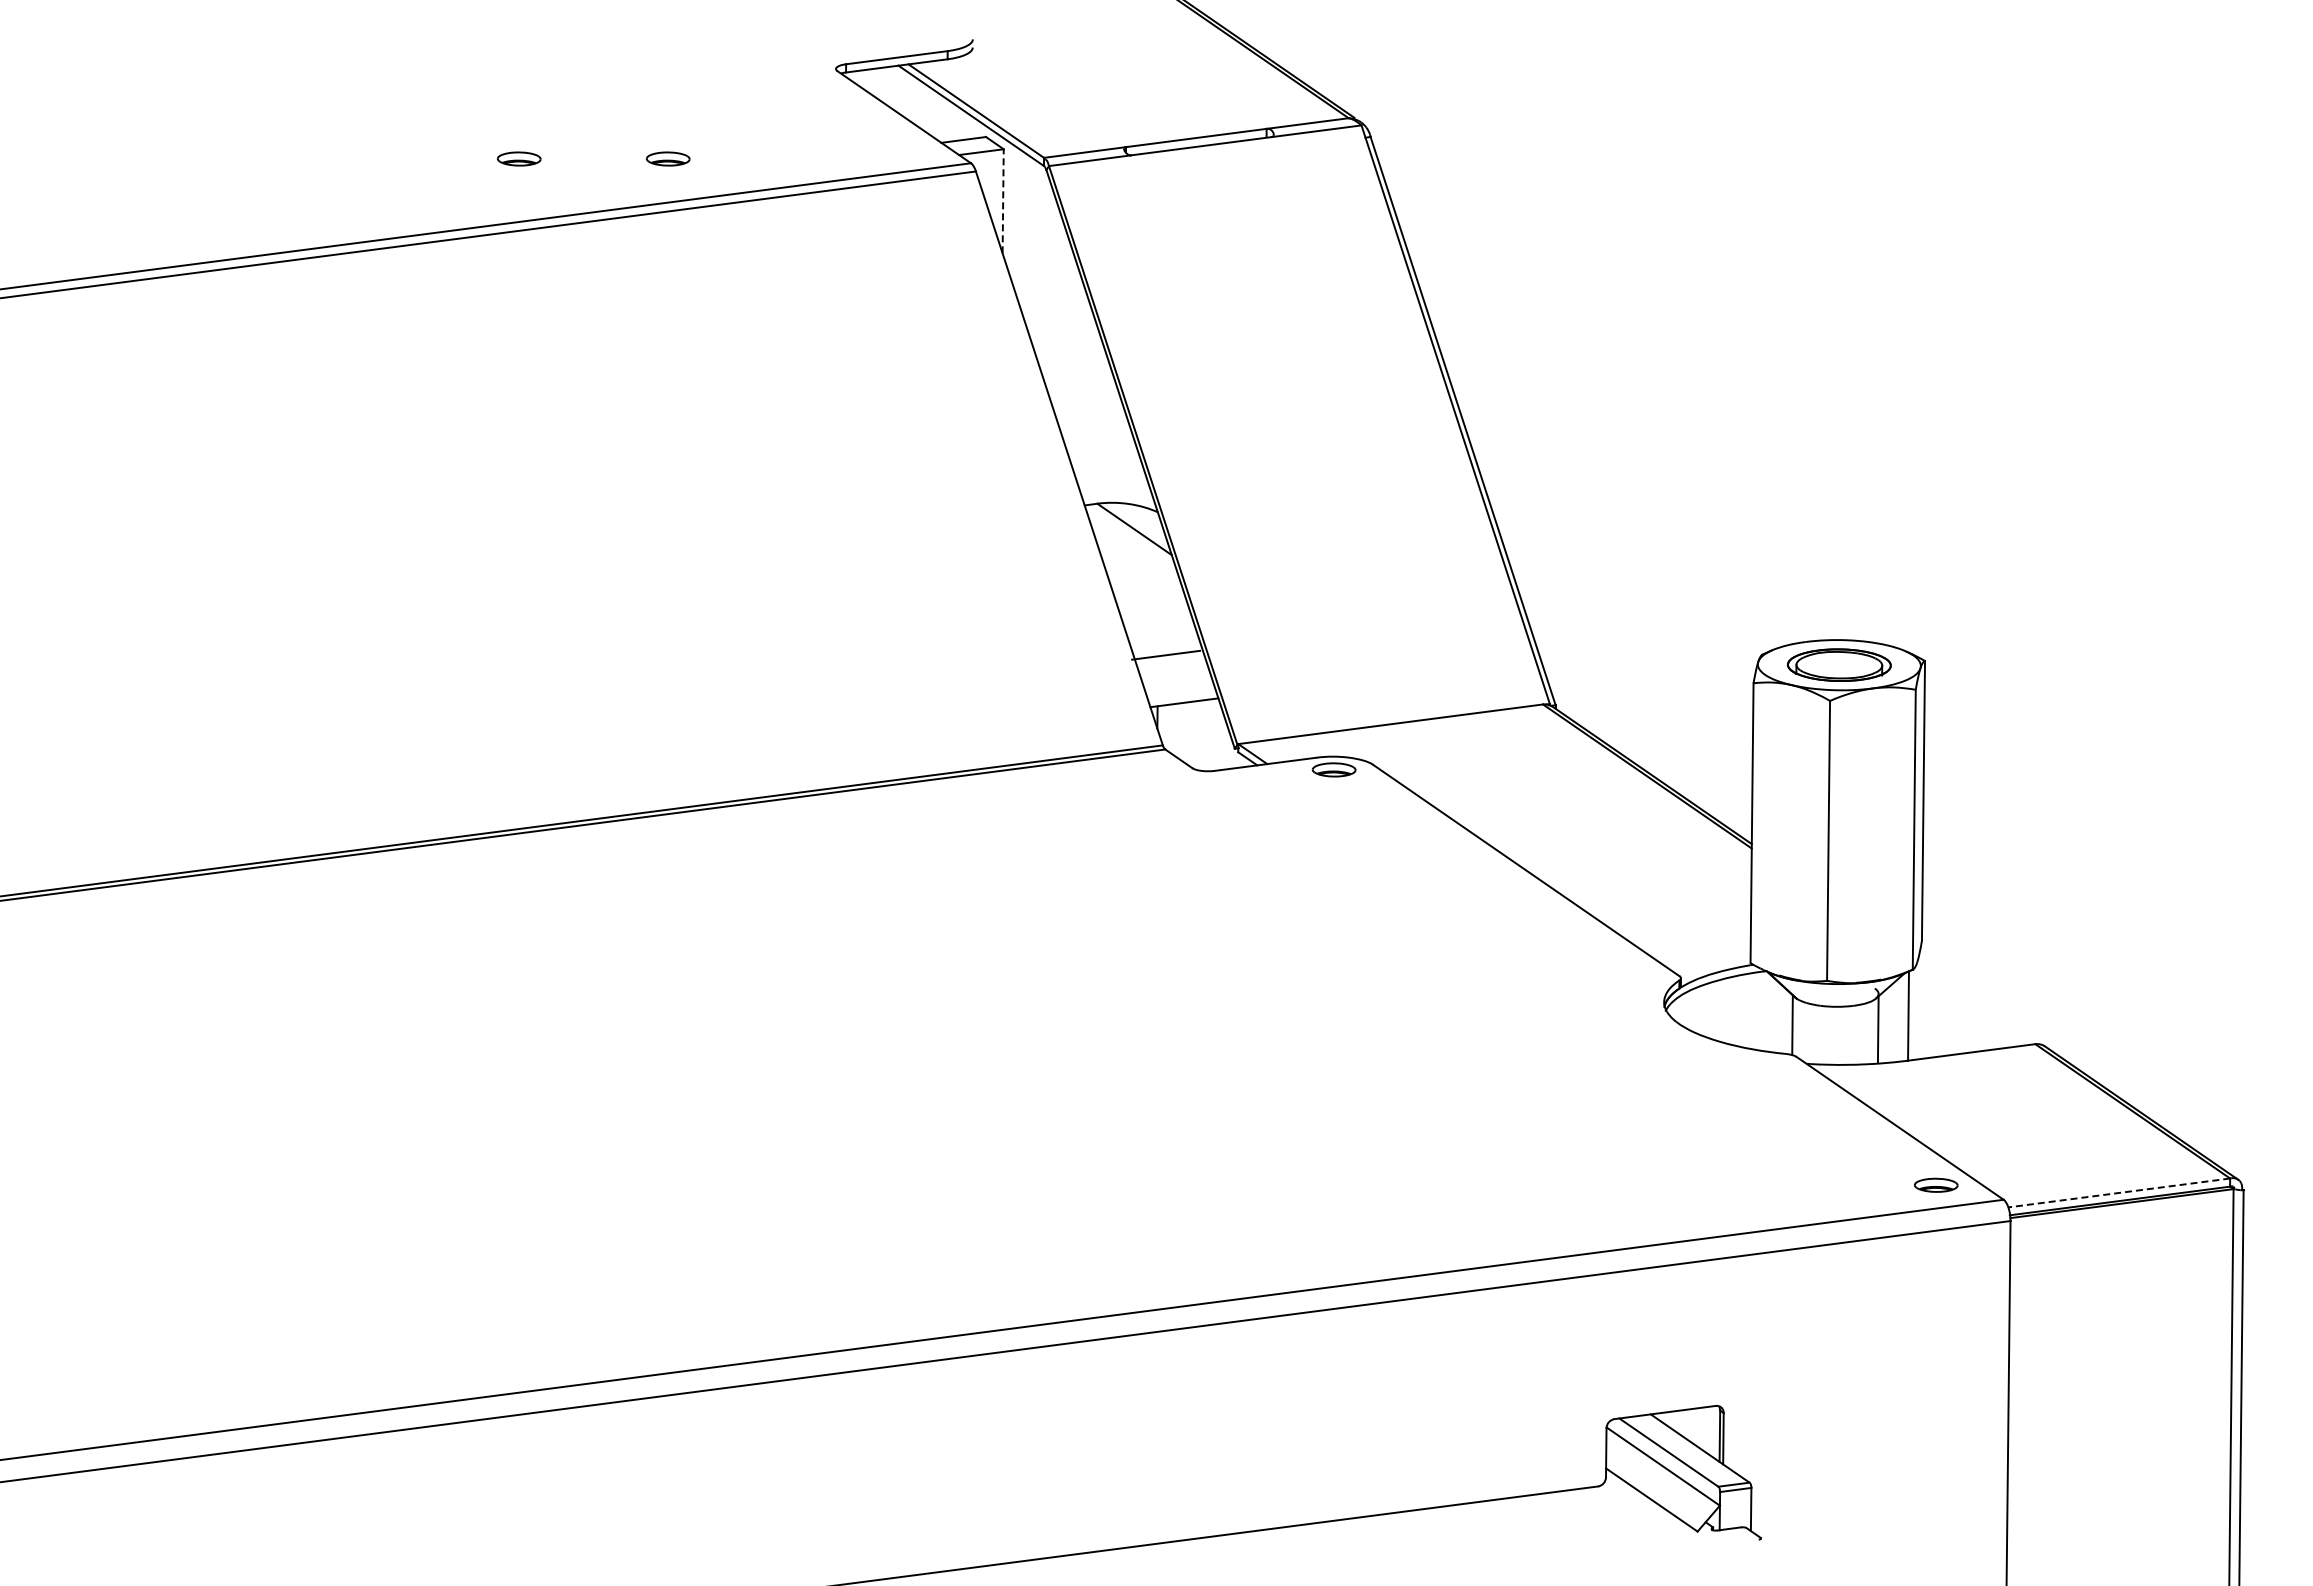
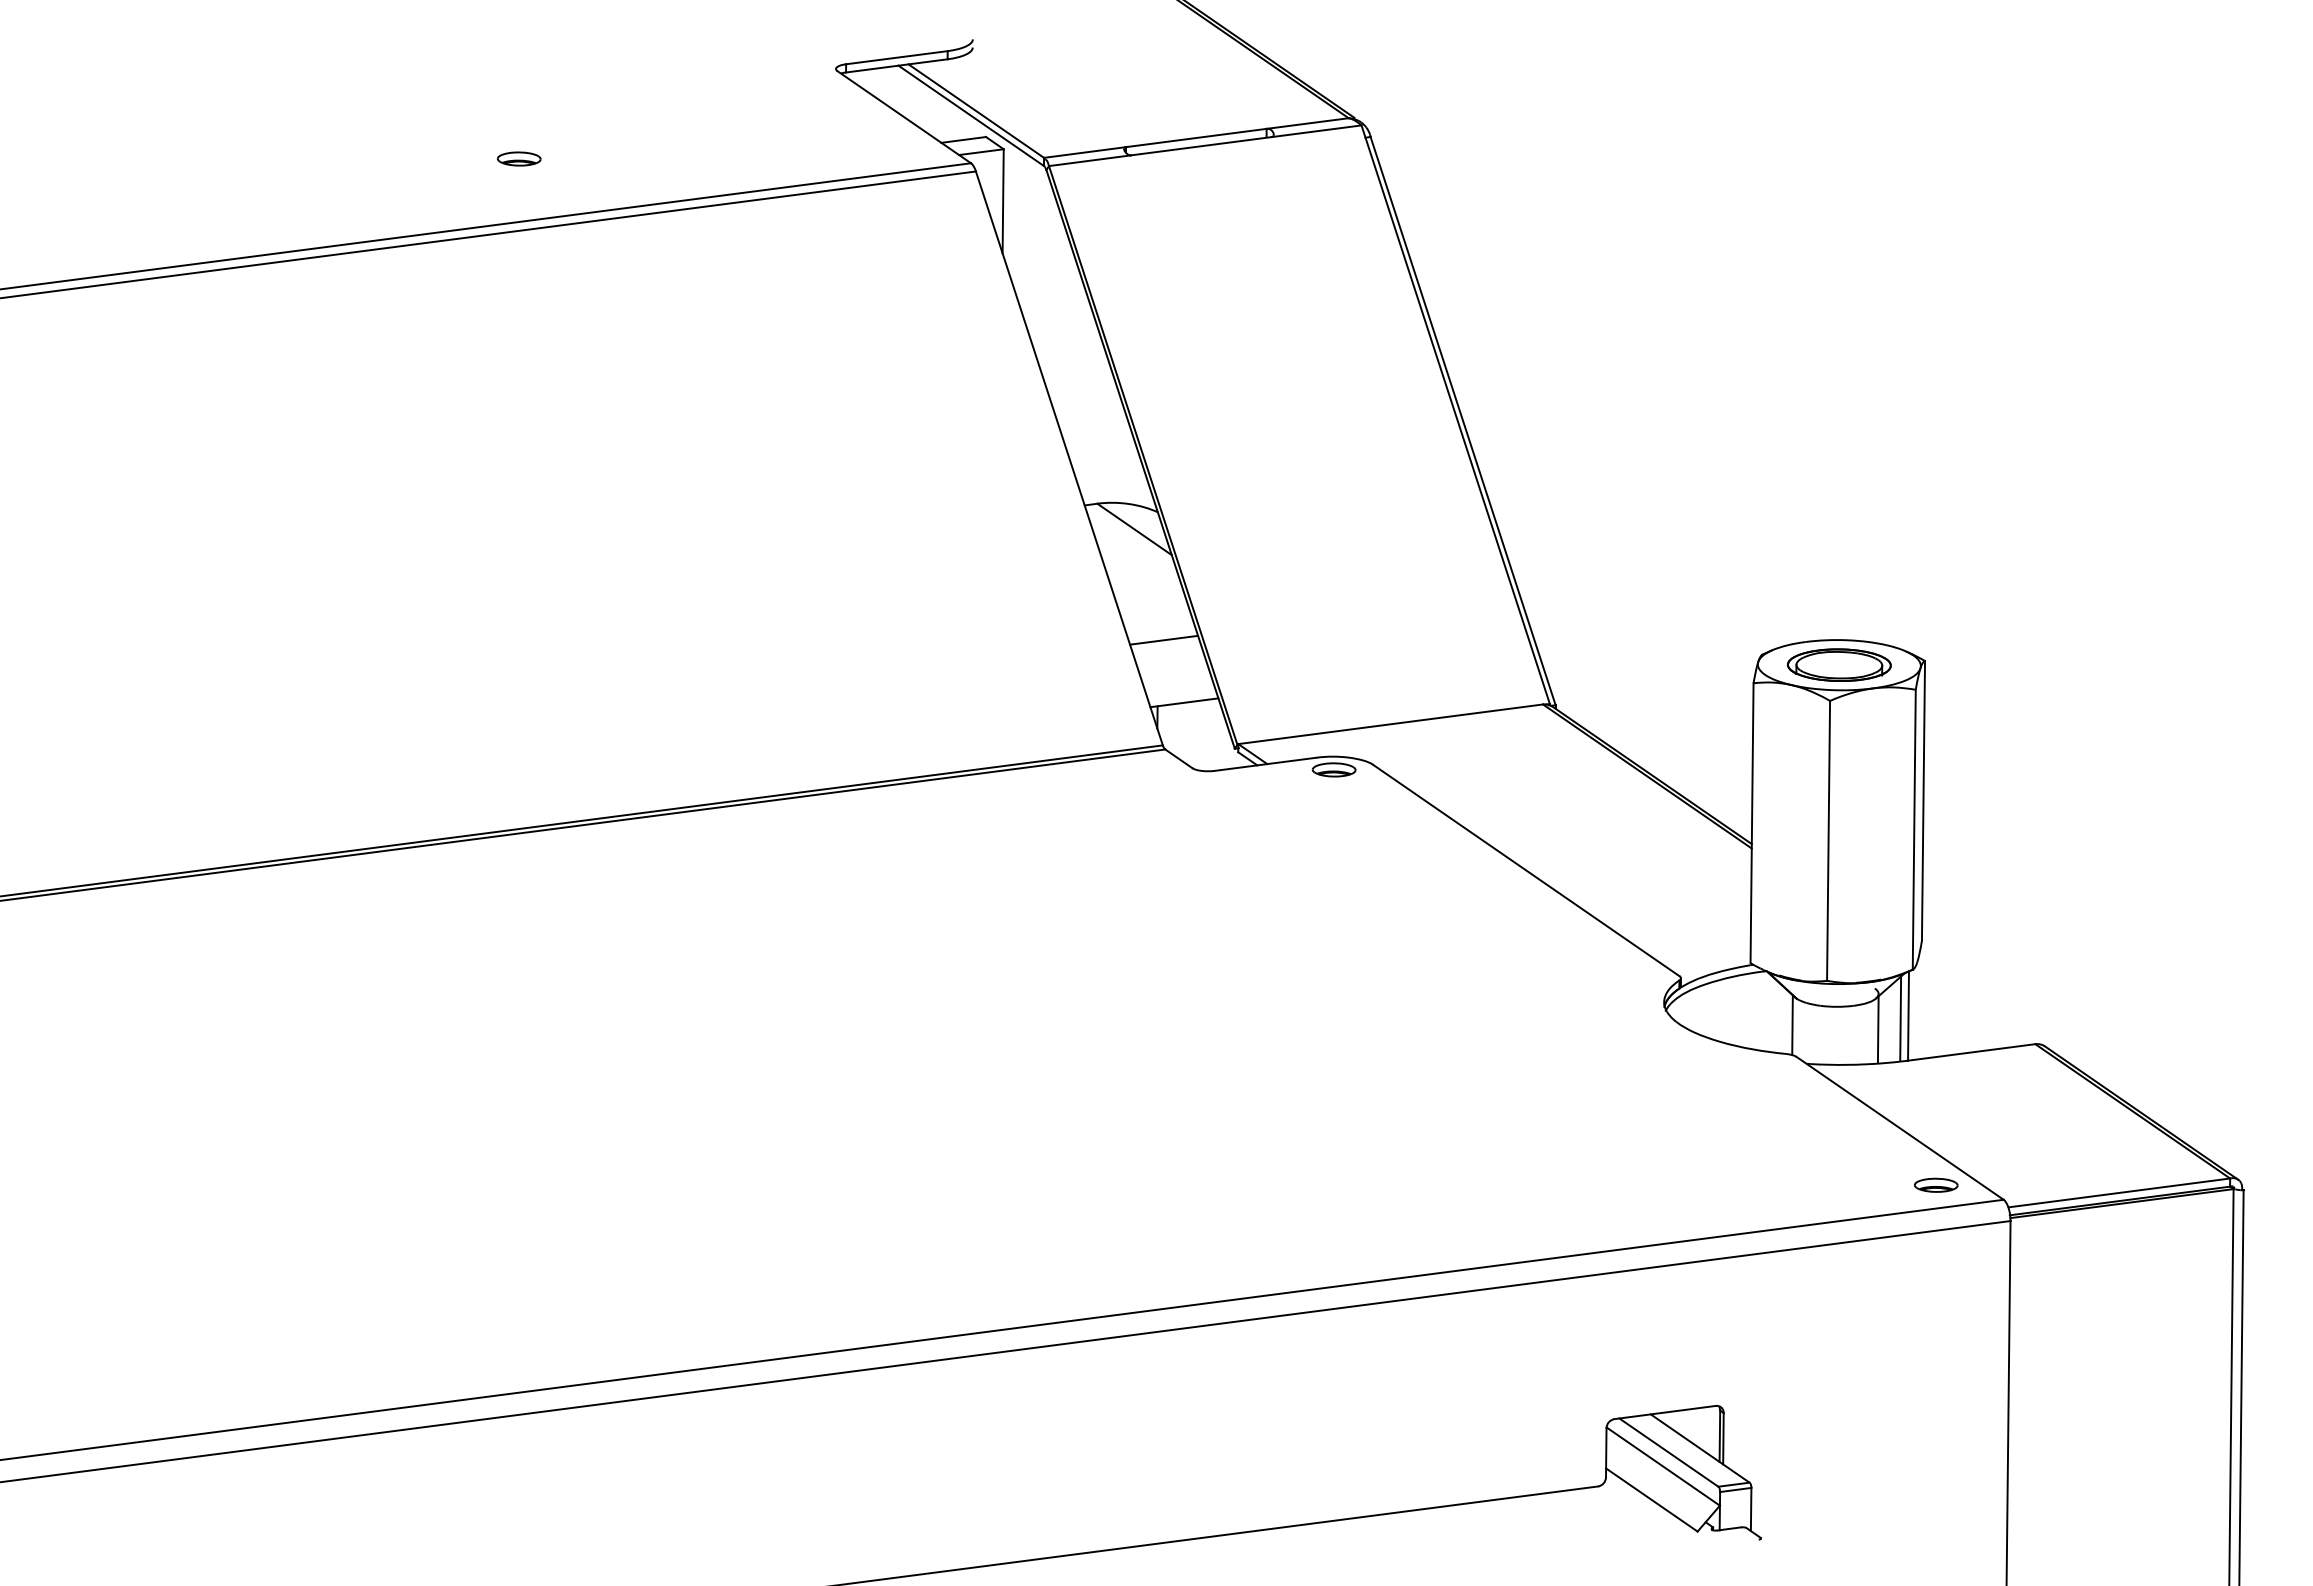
part at (668, 158): present -> none
line at (1003, 200): dashed -> solid
line at (1166, 654) position: (1166, 654) -> (1164, 639)
line at (1900, 1018): none -> present
line at (2119, 1192): dashed -> solid
